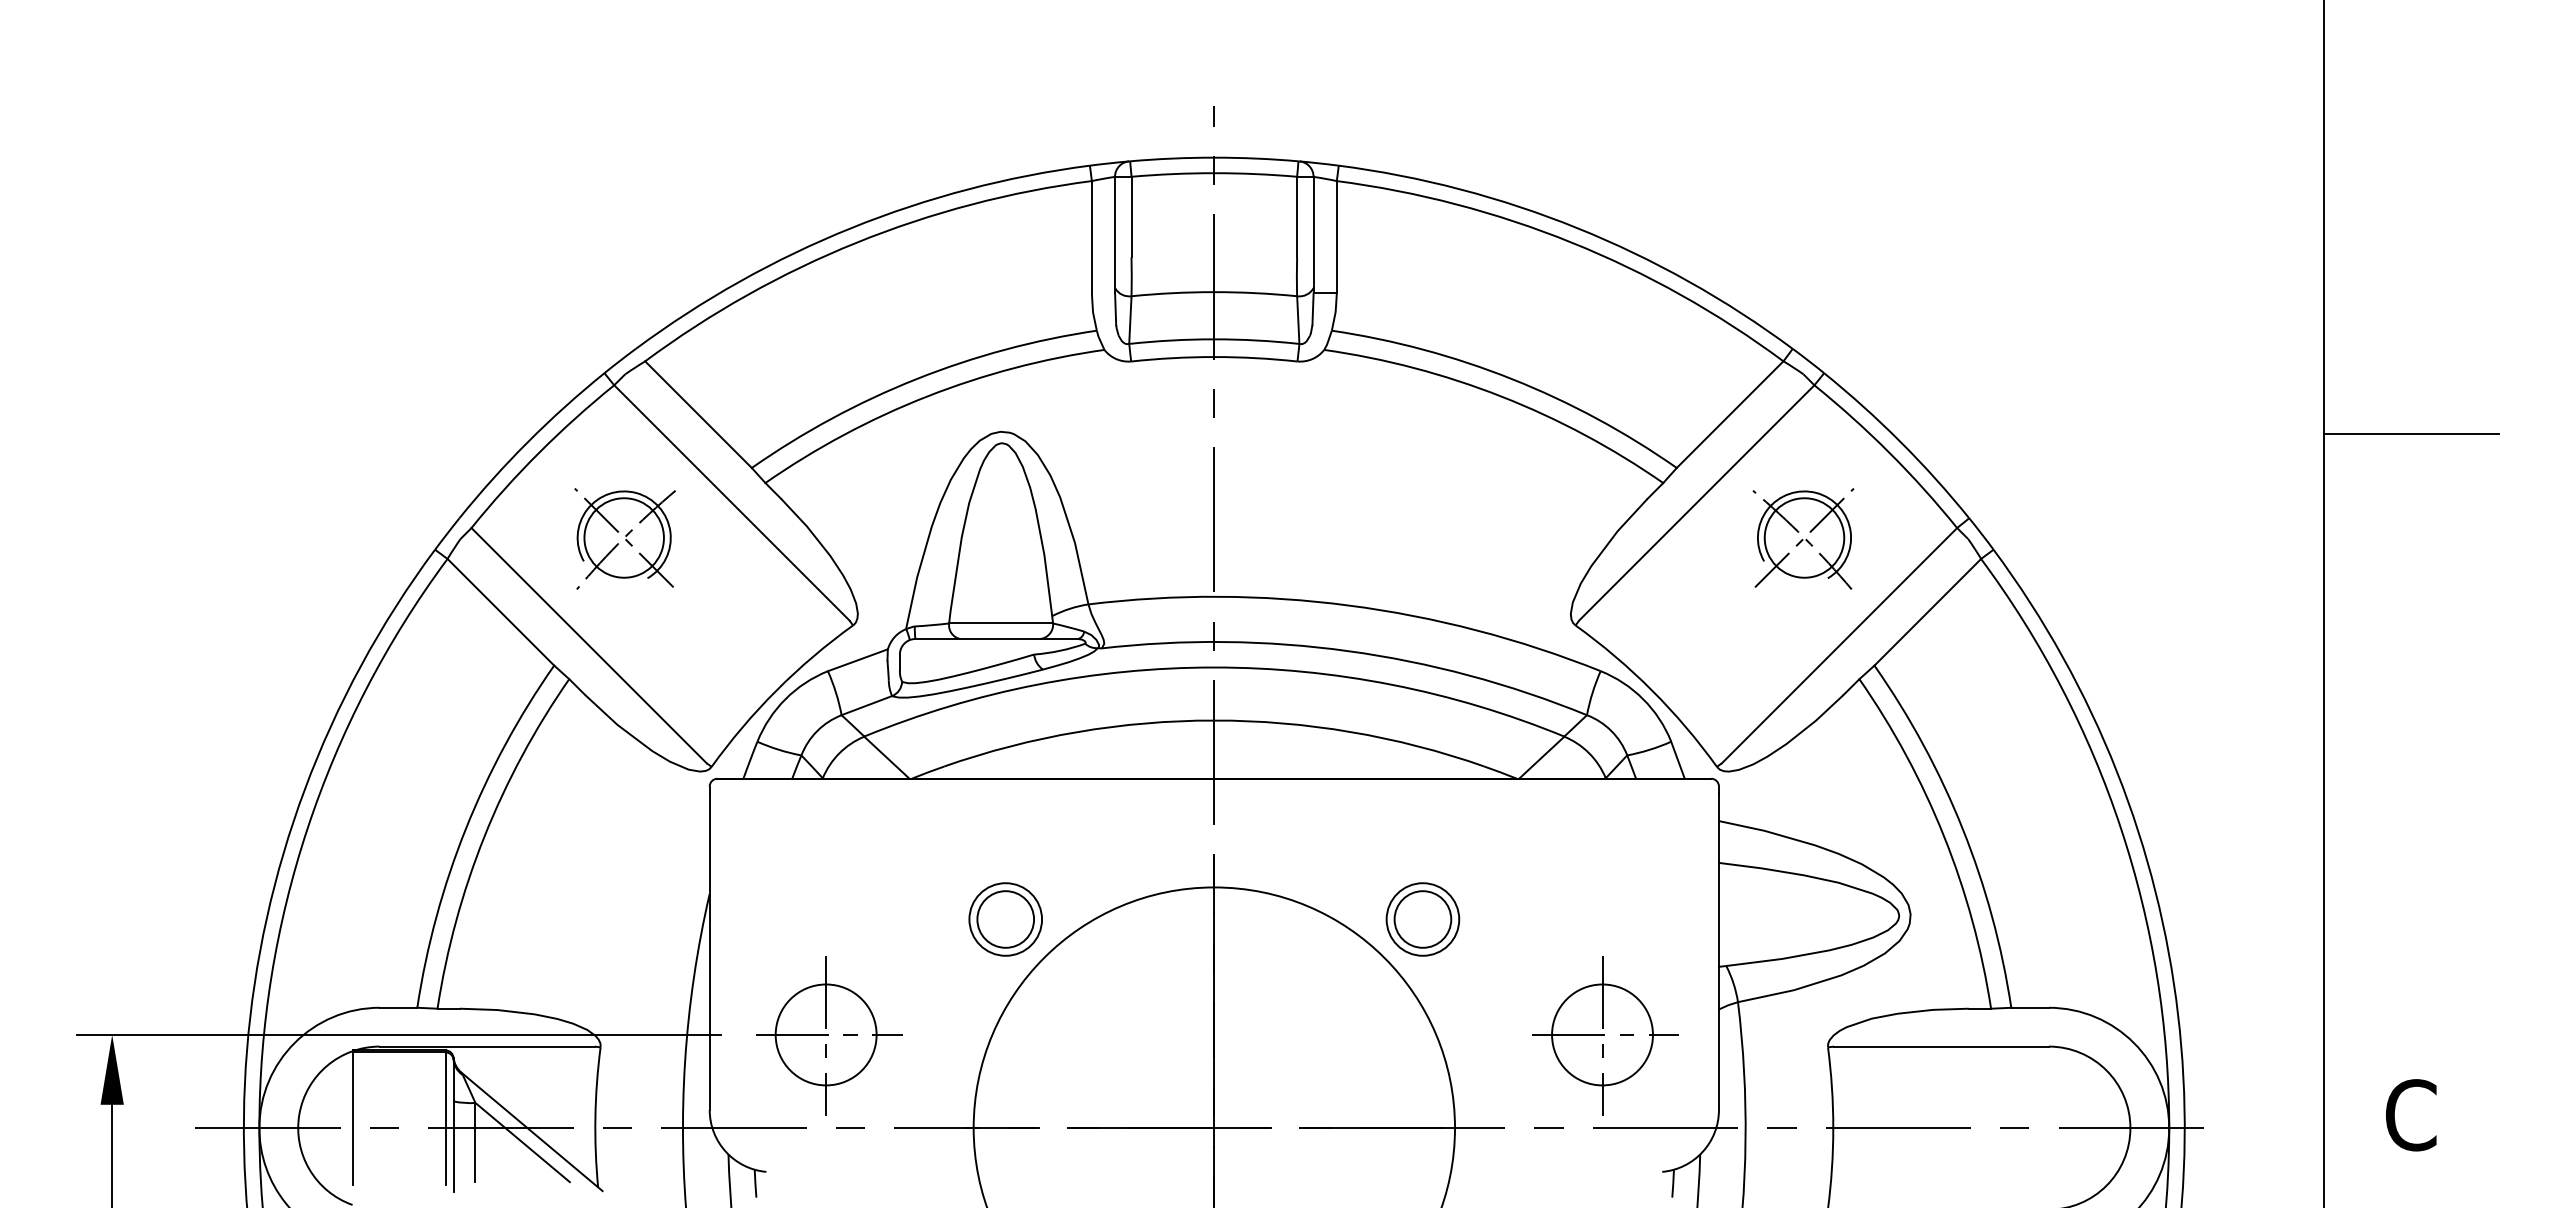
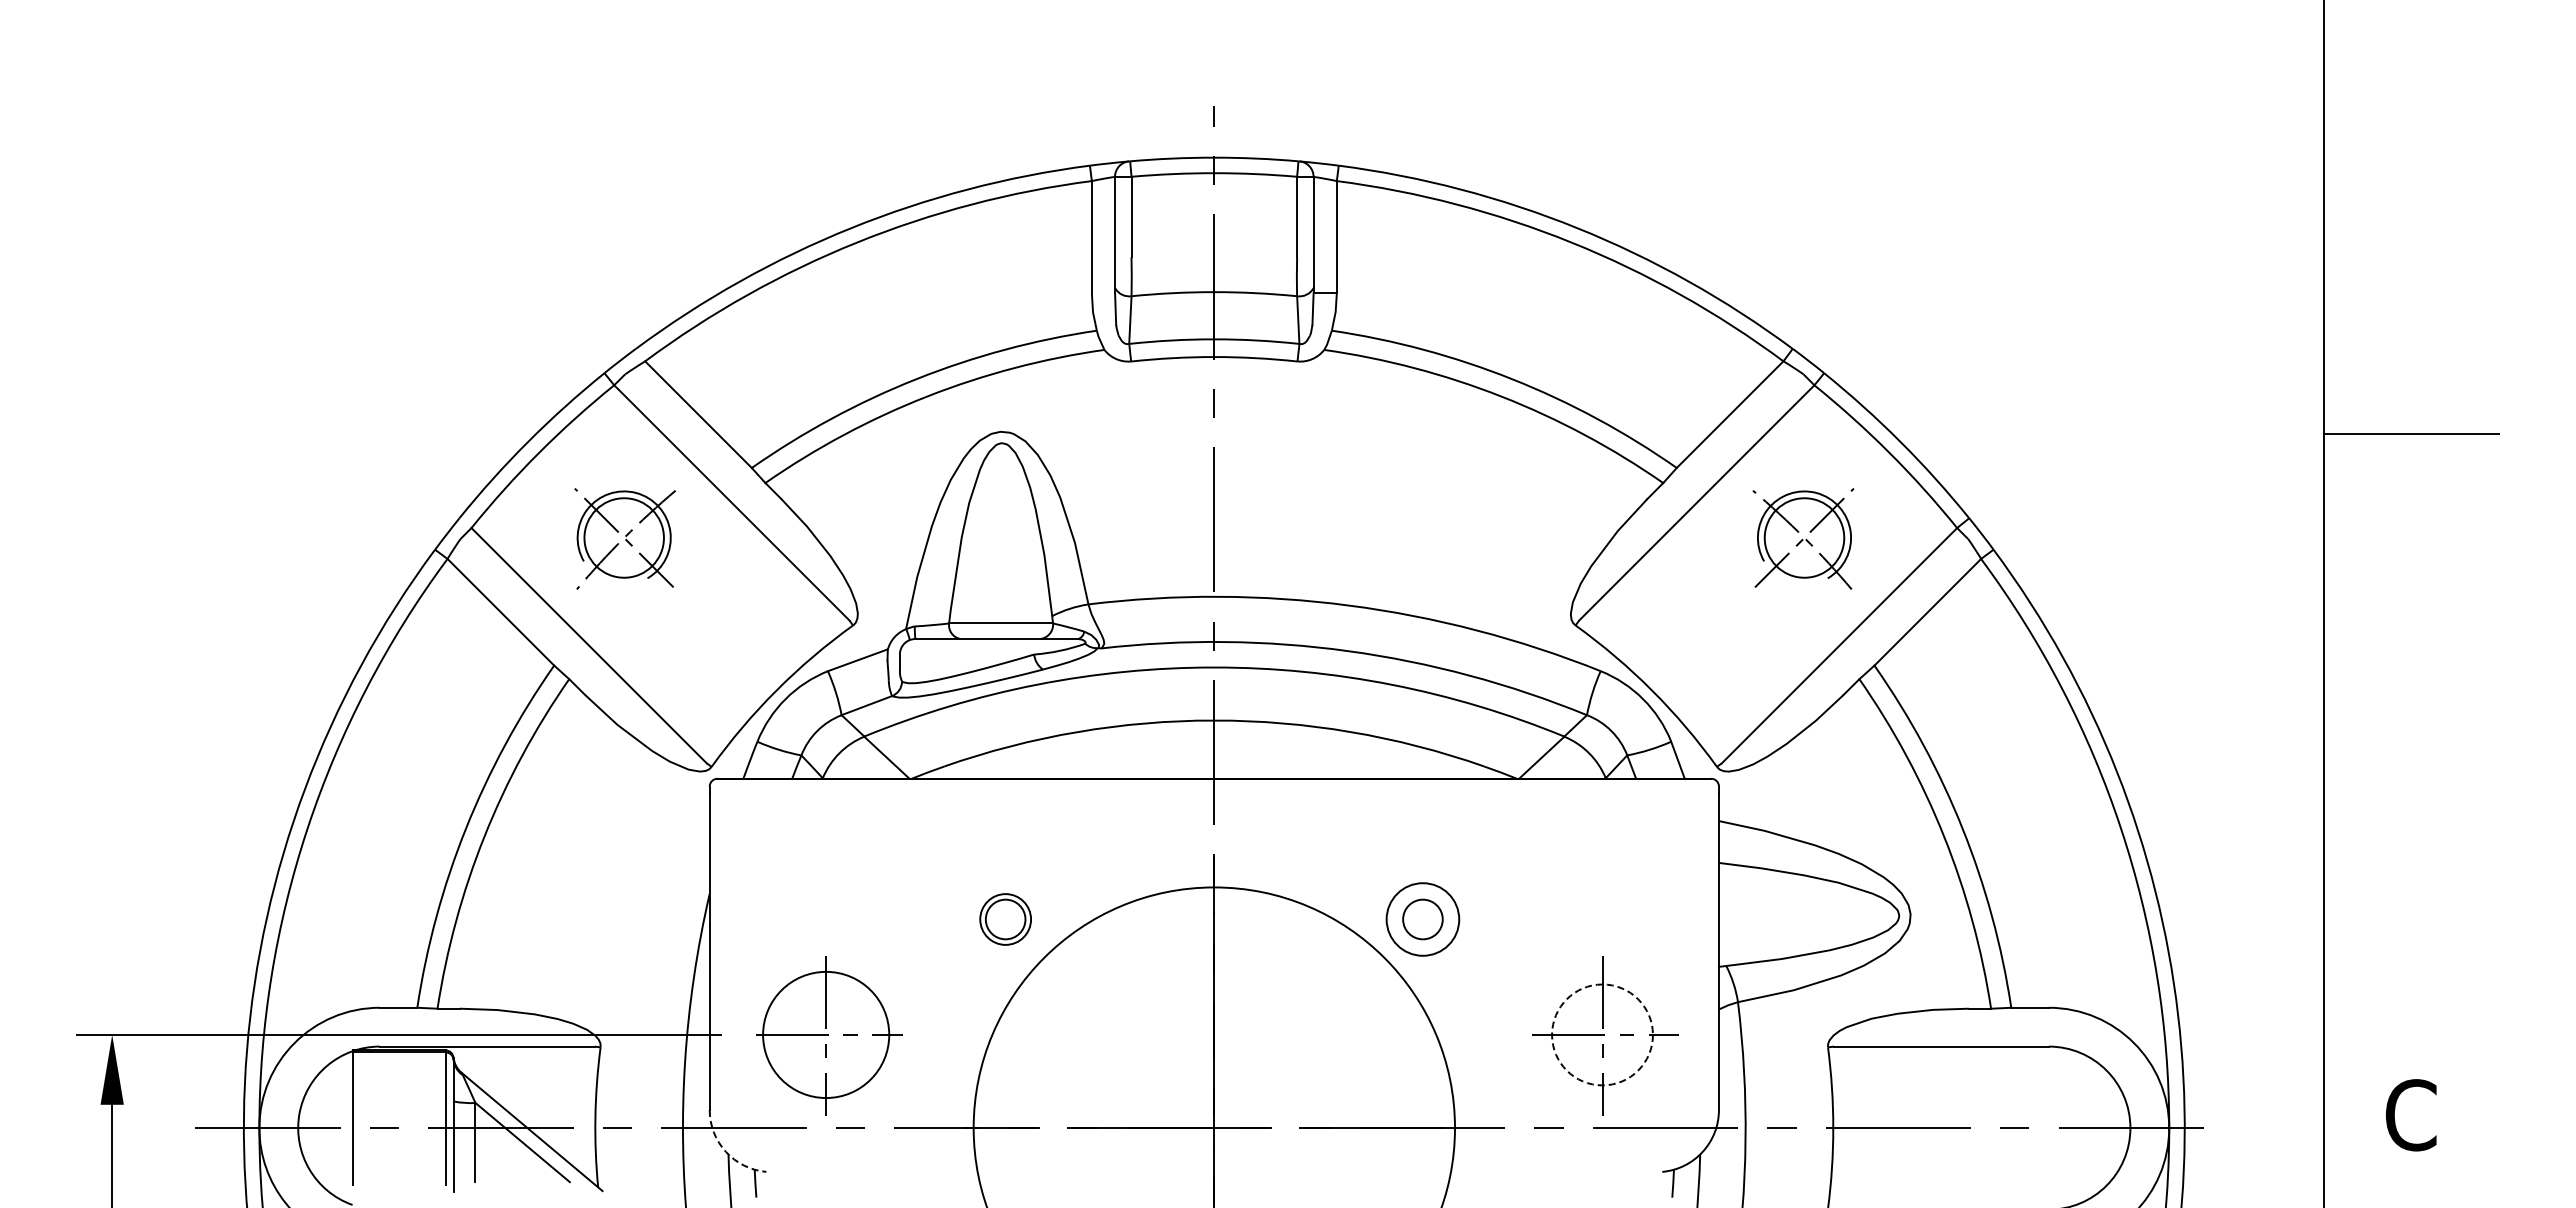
part at (1005, 919) size: 75x75 px -> 53x53 px
circle at (1422, 919) diameter: 57 px -> 40 px
circle at (825, 1034) diameter: 101 px -> 126 px
circle at (1602, 1034): solid -> dashed
arc at (726, 1151): solid -> dashed
